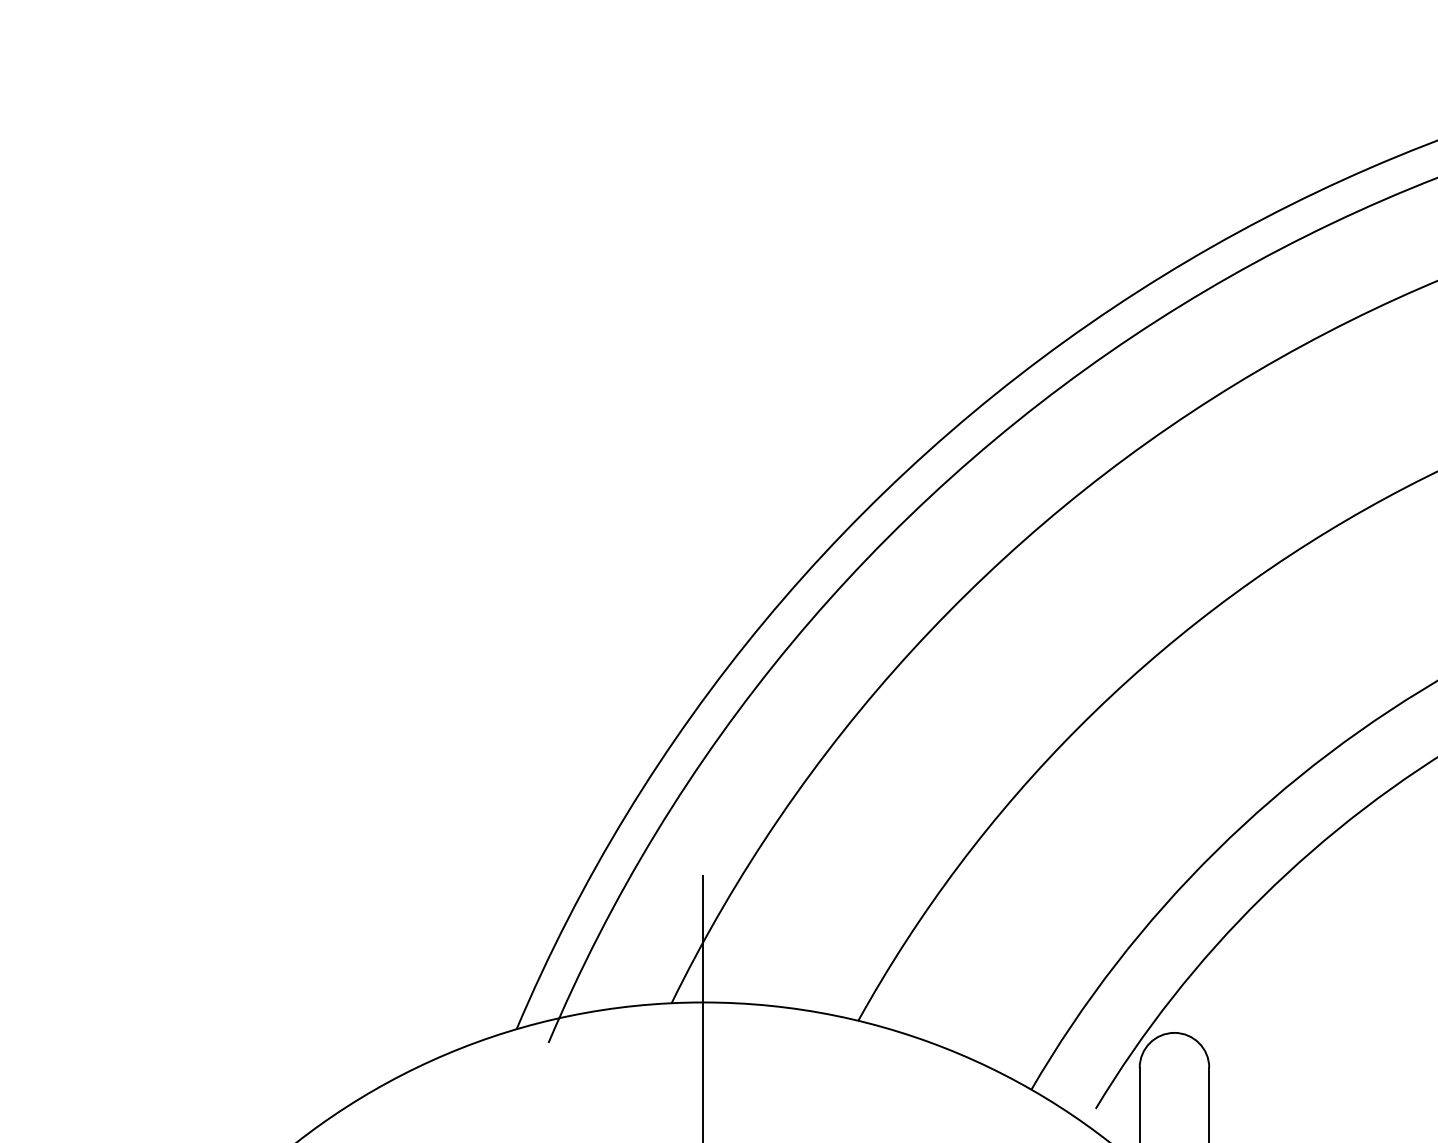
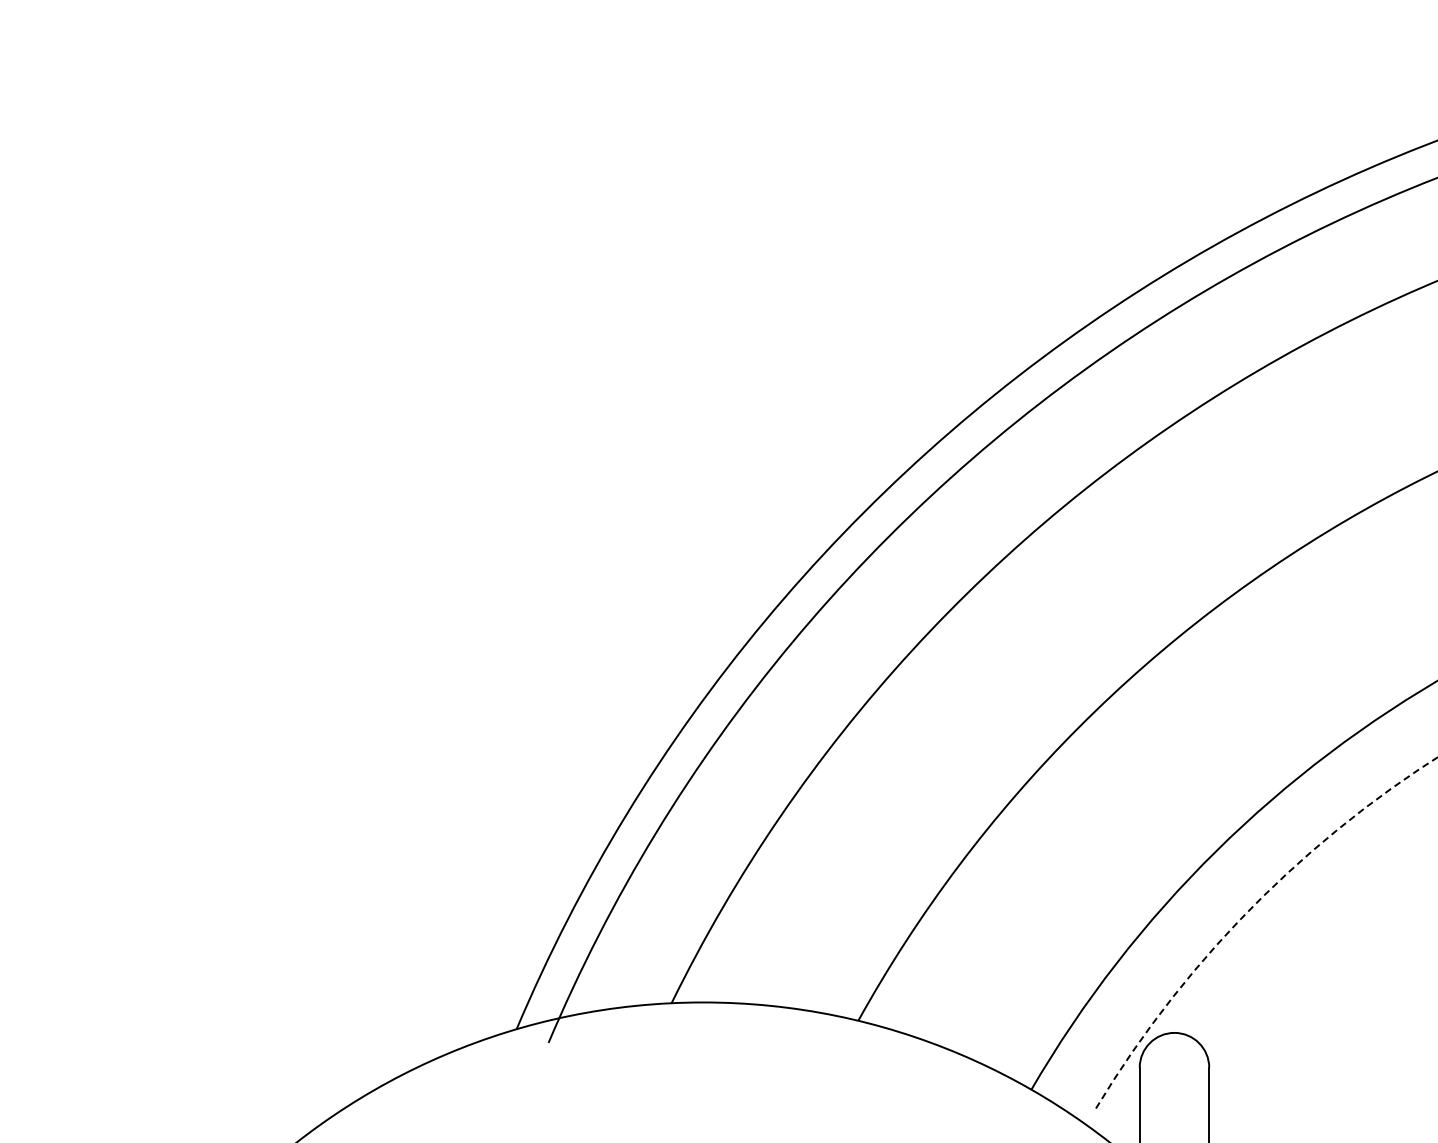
arc at (1245, 914): solid -> dashed
line at (703, 1007): present -> none
